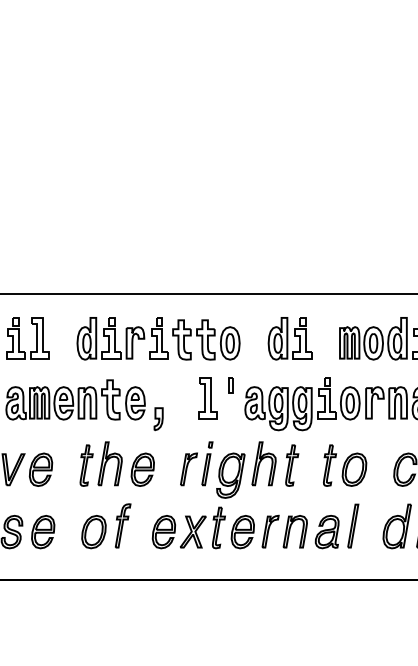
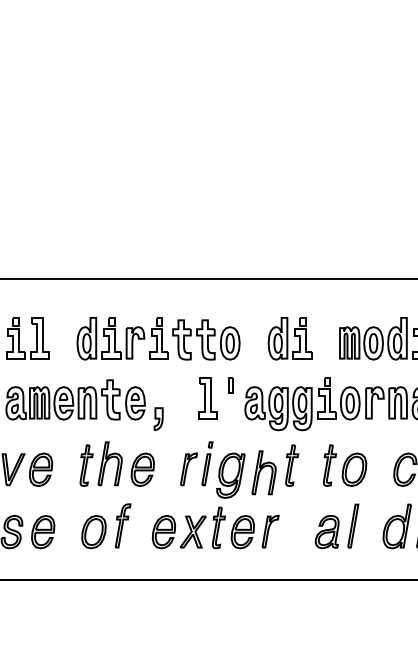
line at (208, 294) position: (208, 294) -> (208, 279)
part at (263, 463) position: (263, 463) -> (263, 472)
part at (294, 531): present -> none
